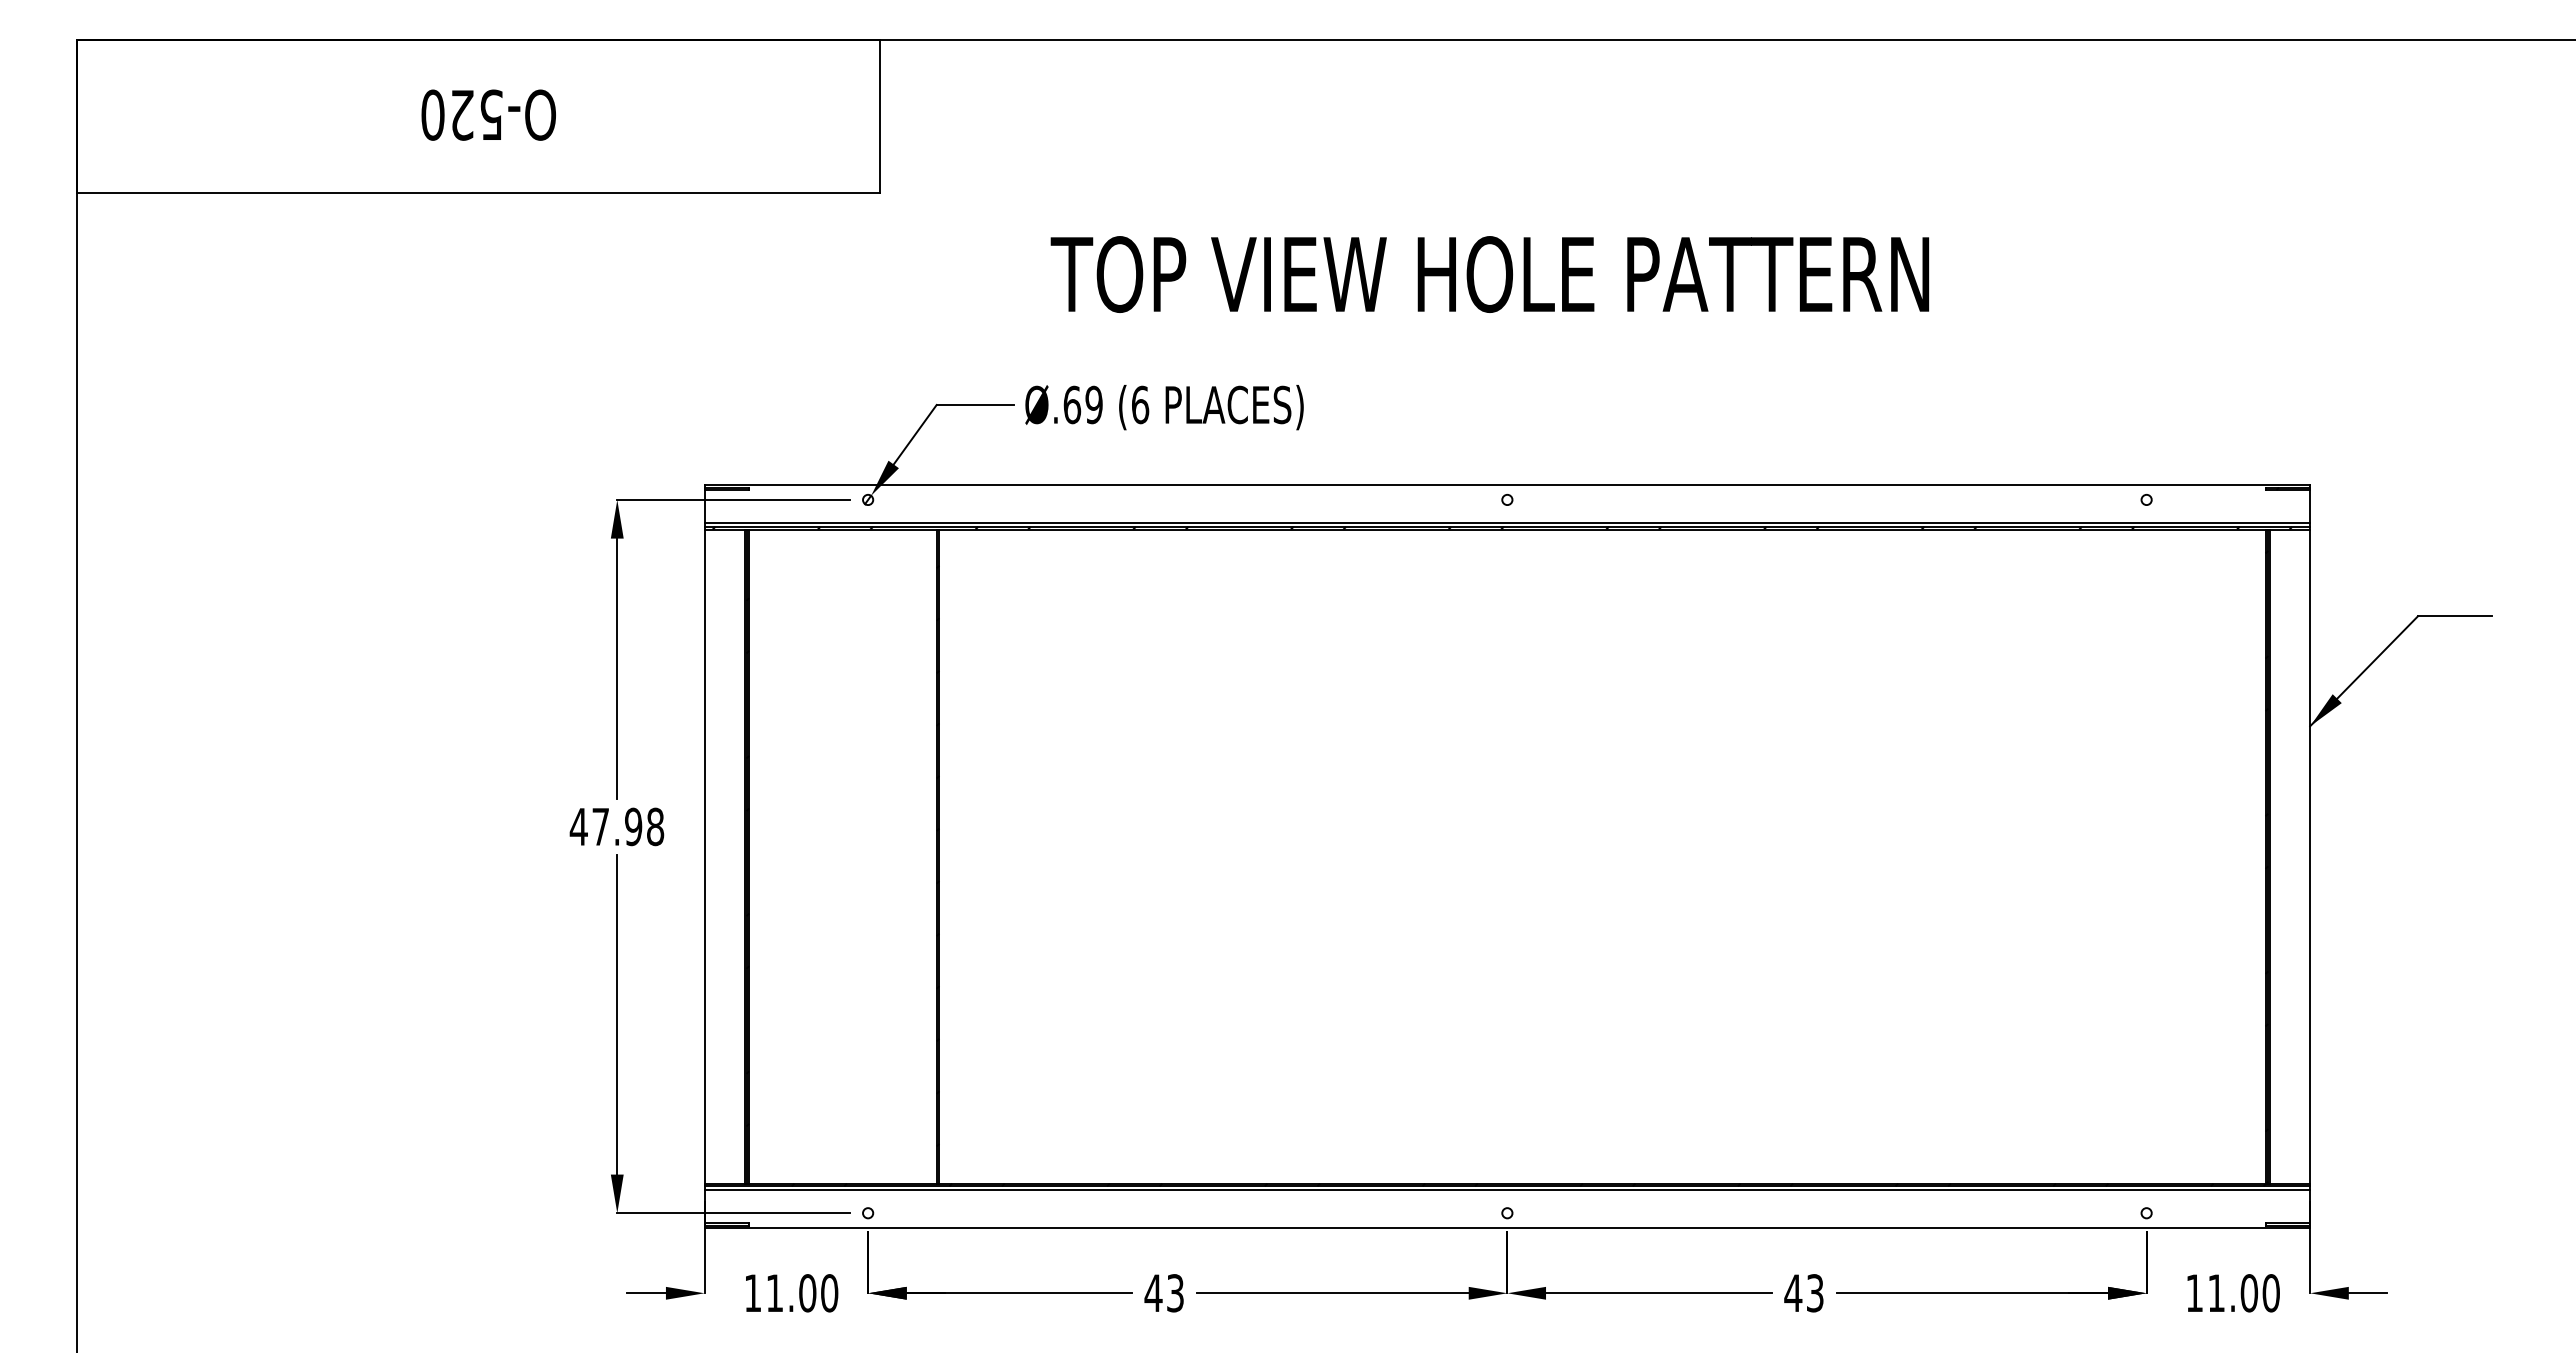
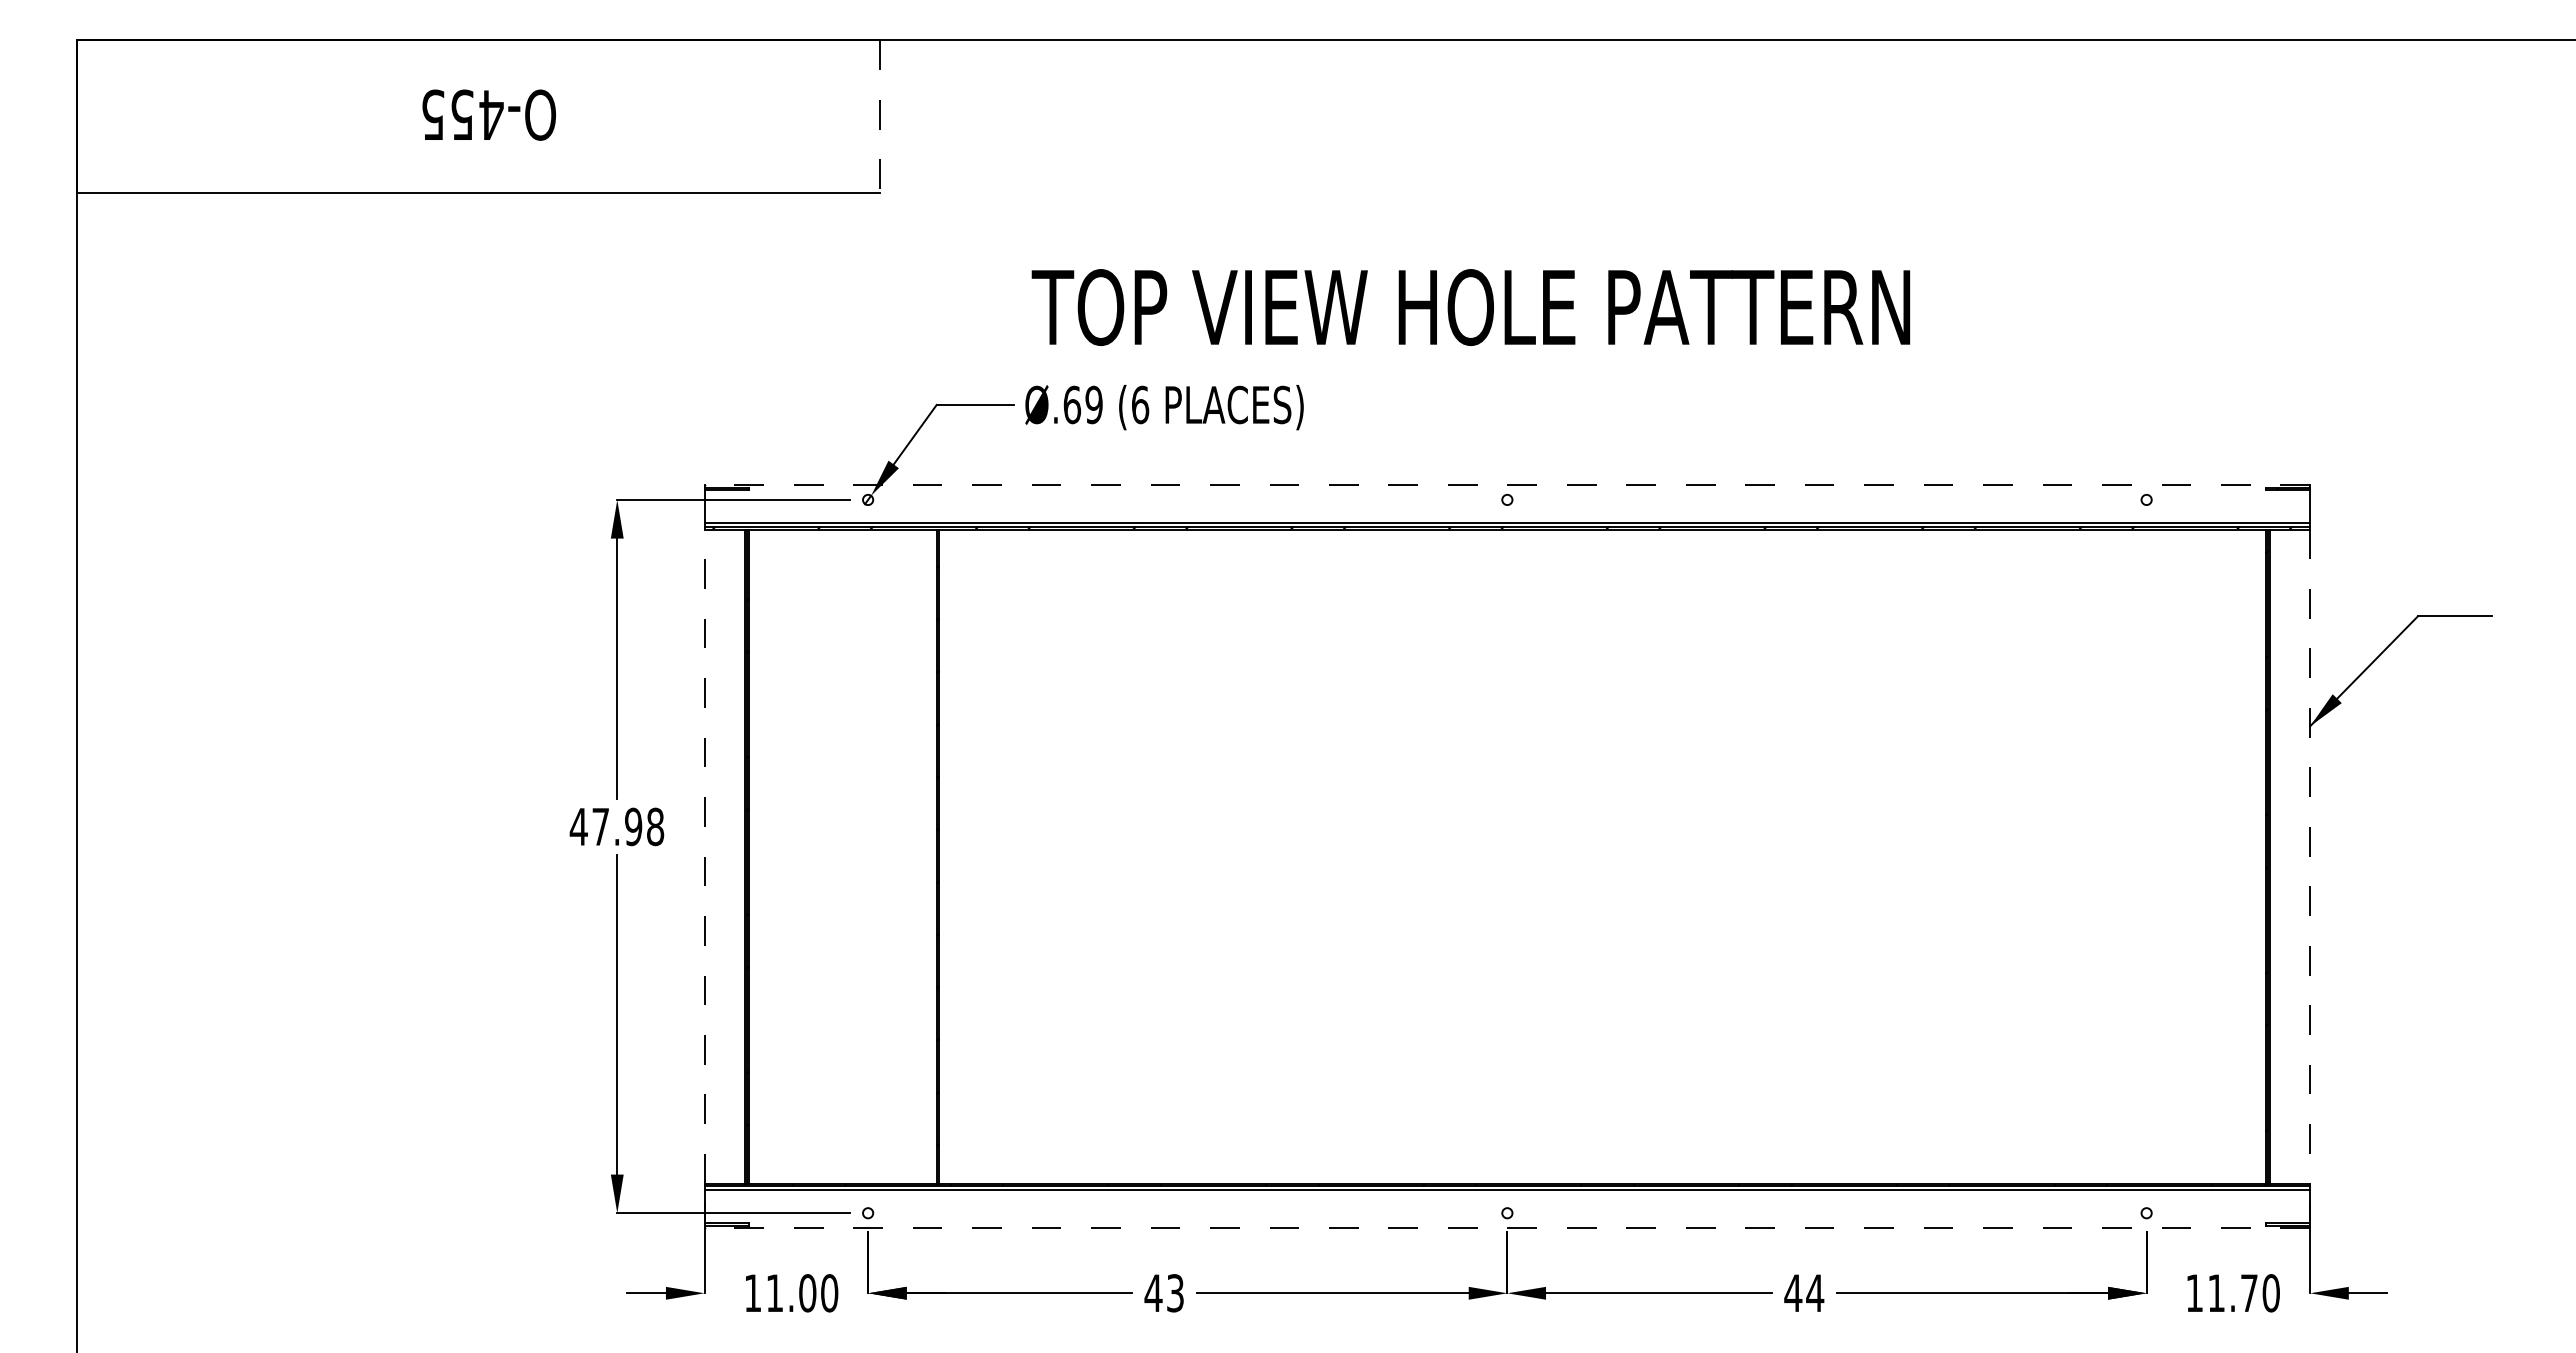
text at (462, 114): O-520 -> O-455
line at (880, 117): solid -> dashed
text at (1489, 274) position: (1489, 274) -> (1470, 307)
line at (1507, 484): solid -> dashed
line at (704, 856): solid -> dashed
line at (2310, 857): solid -> dashed
line at (1507, 1228): solid -> dashed
text at (1815, 1293): 43 -> 44
text at (2249, 1293): 11.00 -> 11.70
